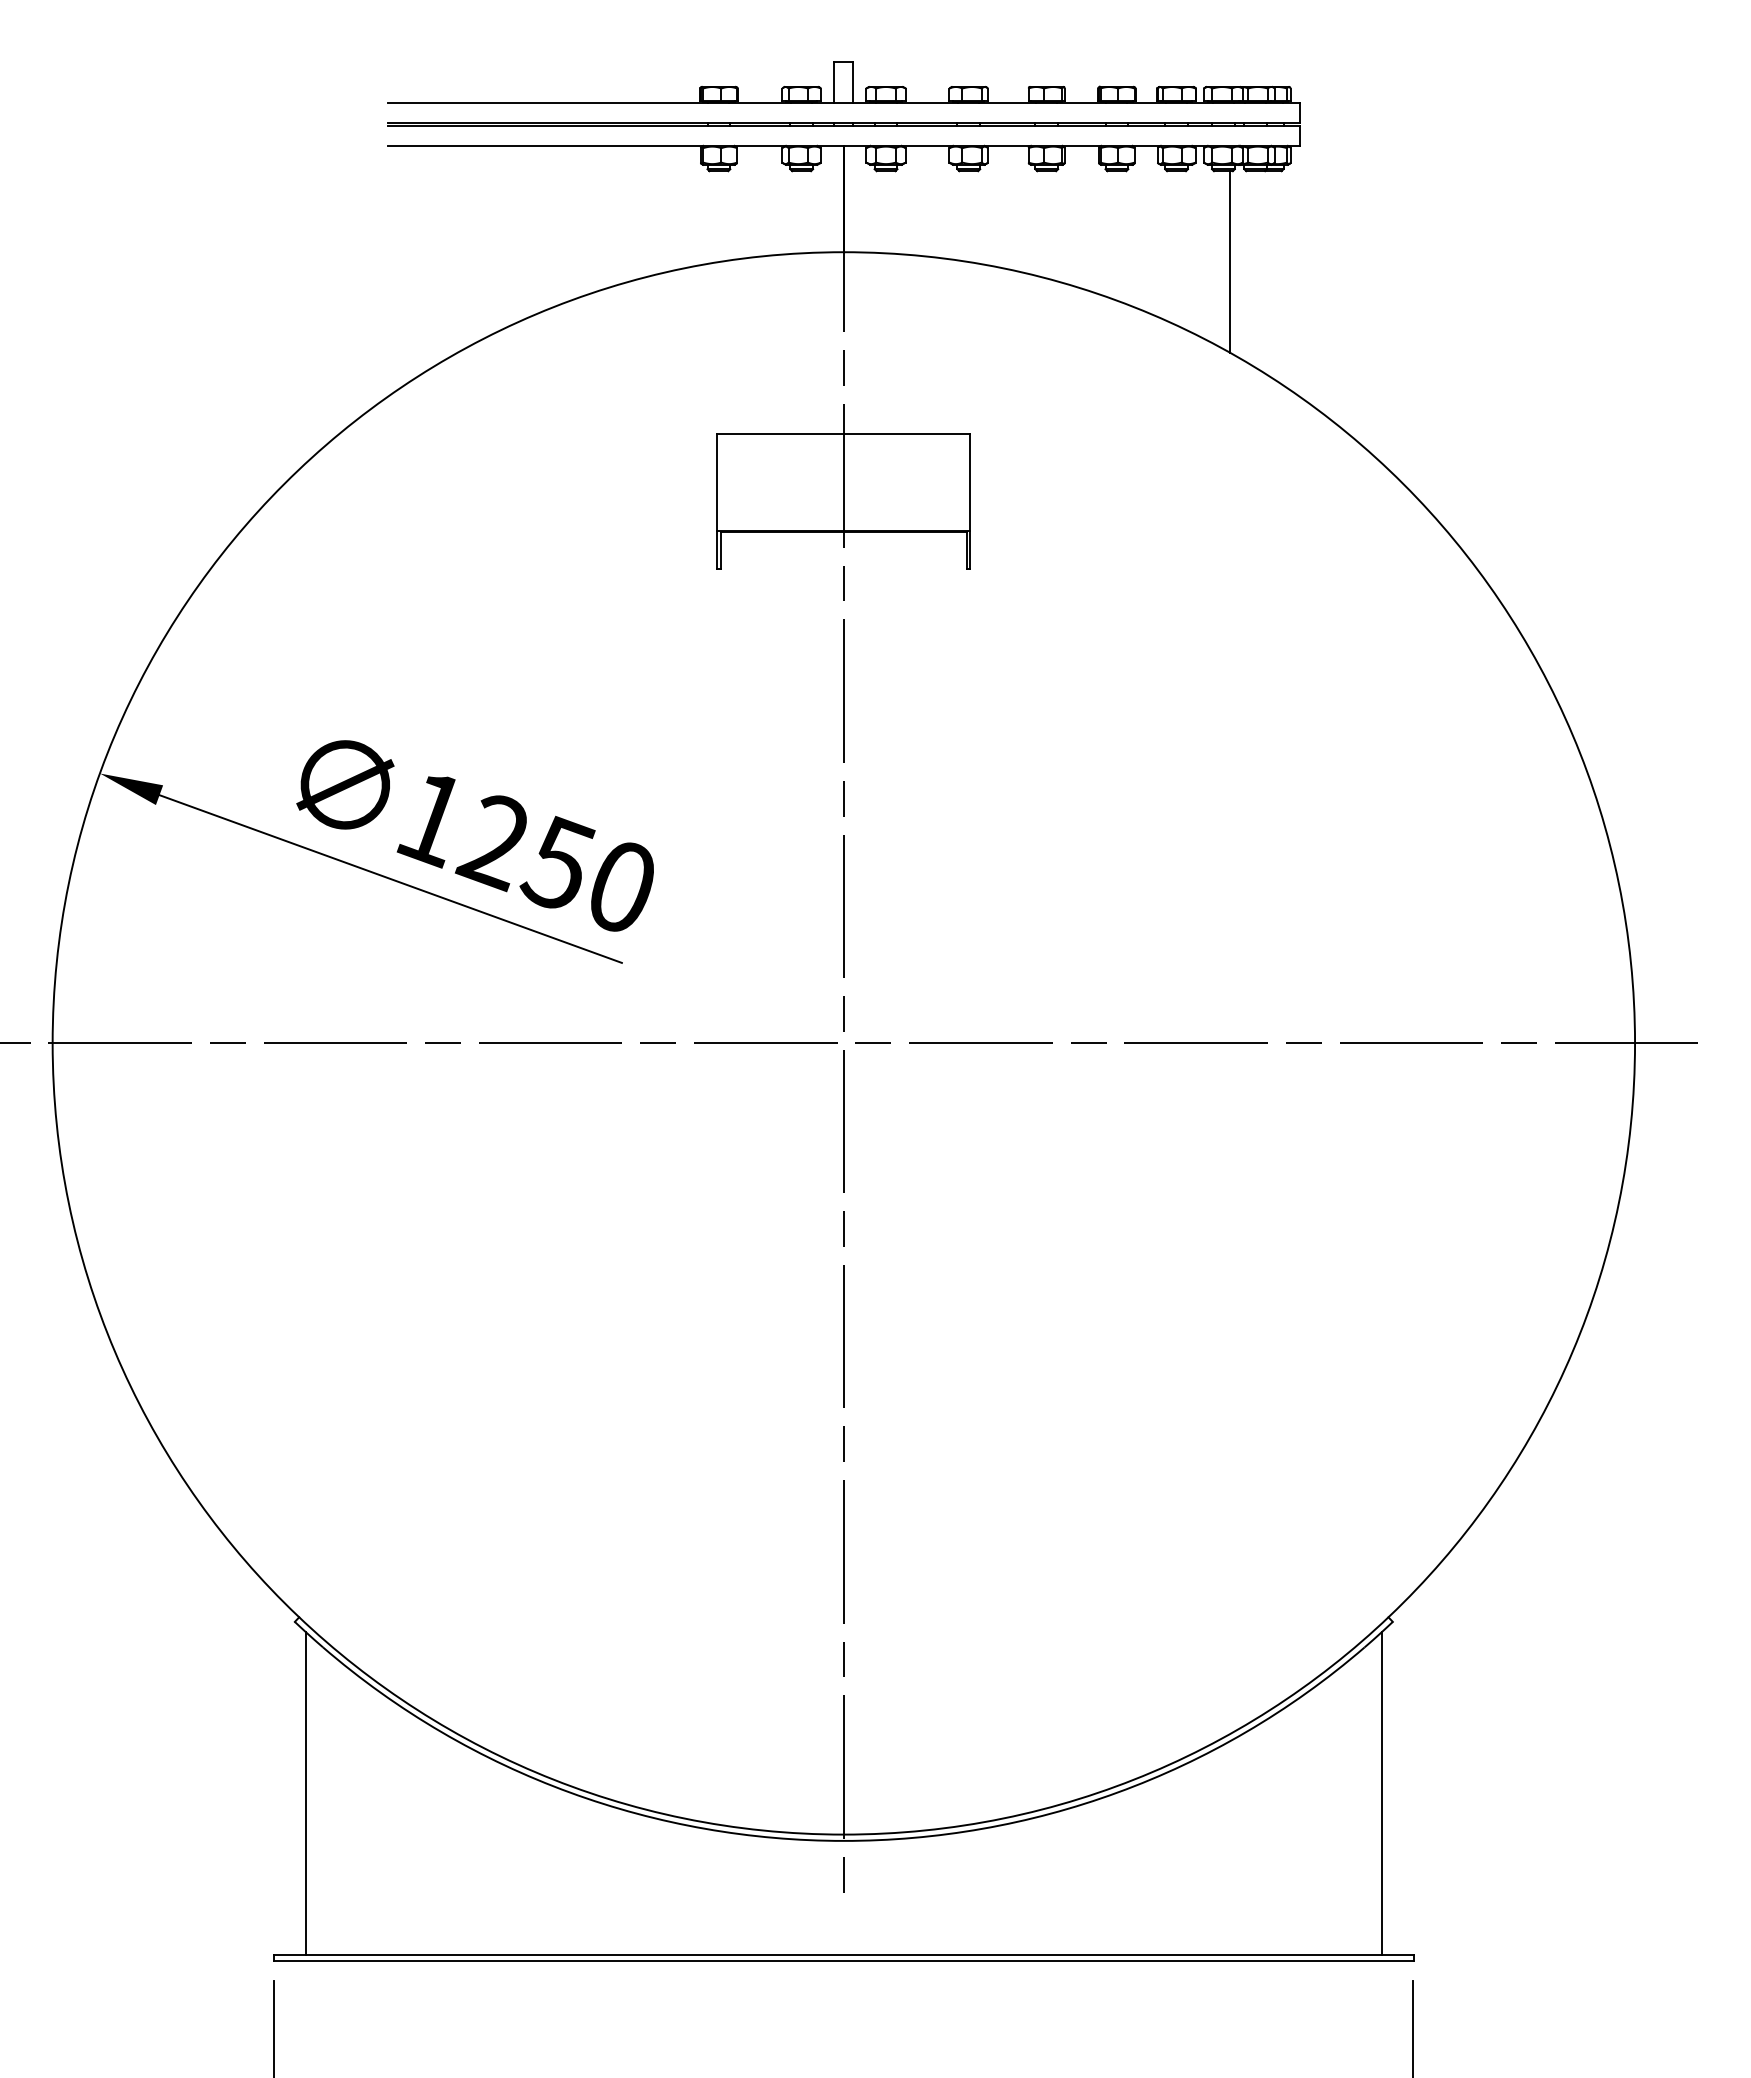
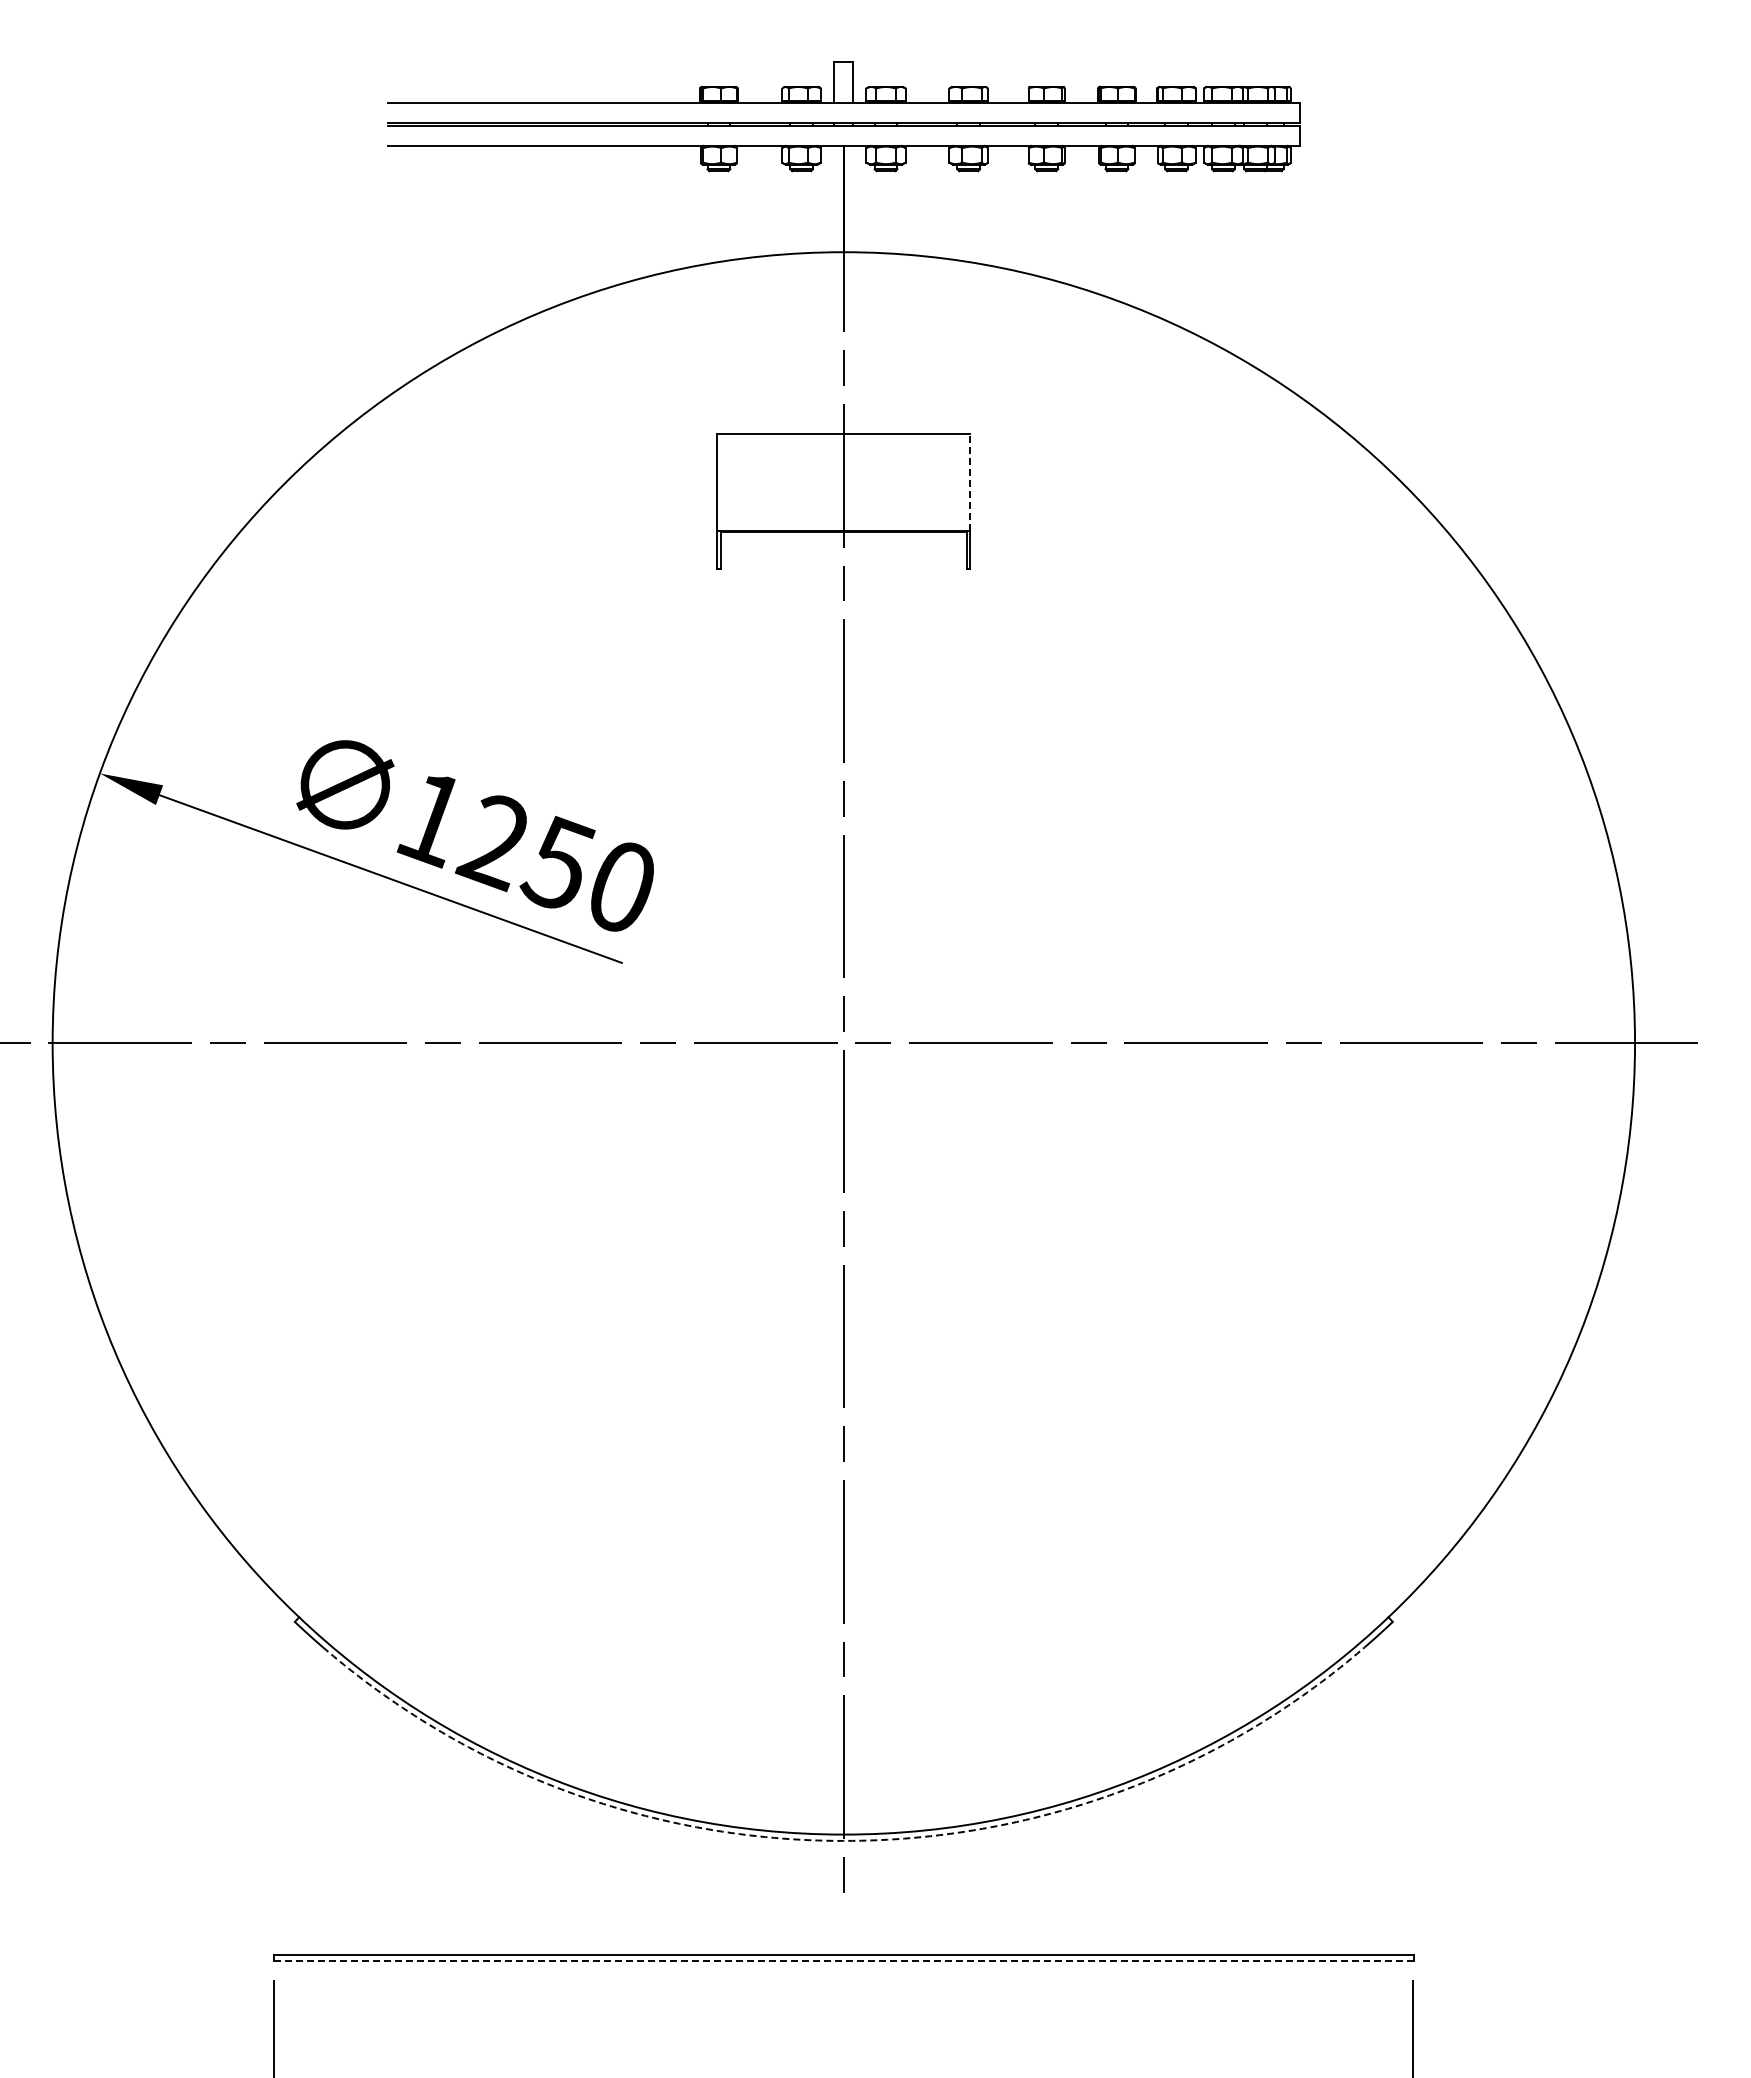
line at (1229, 261): present -> none
line at (970, 482): solid -> dashed
line at (305, 1793): present -> none
line at (1381, 1793): present -> none
arc at (843, 1840): solid -> dashed
line at (843, 1961): solid -> dashed
